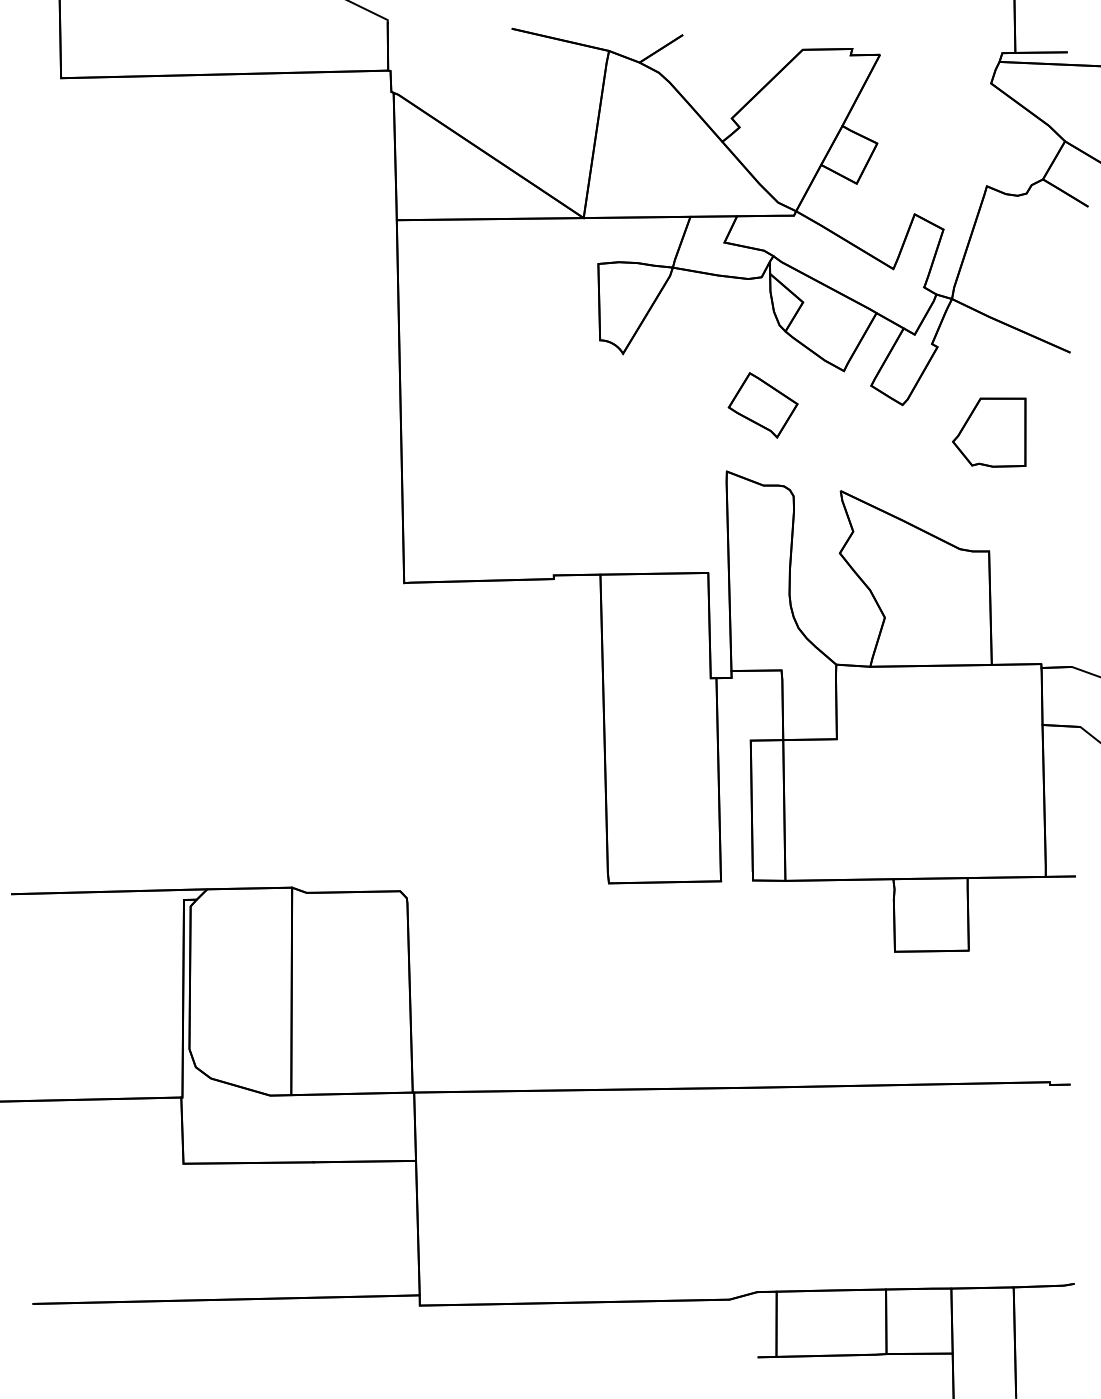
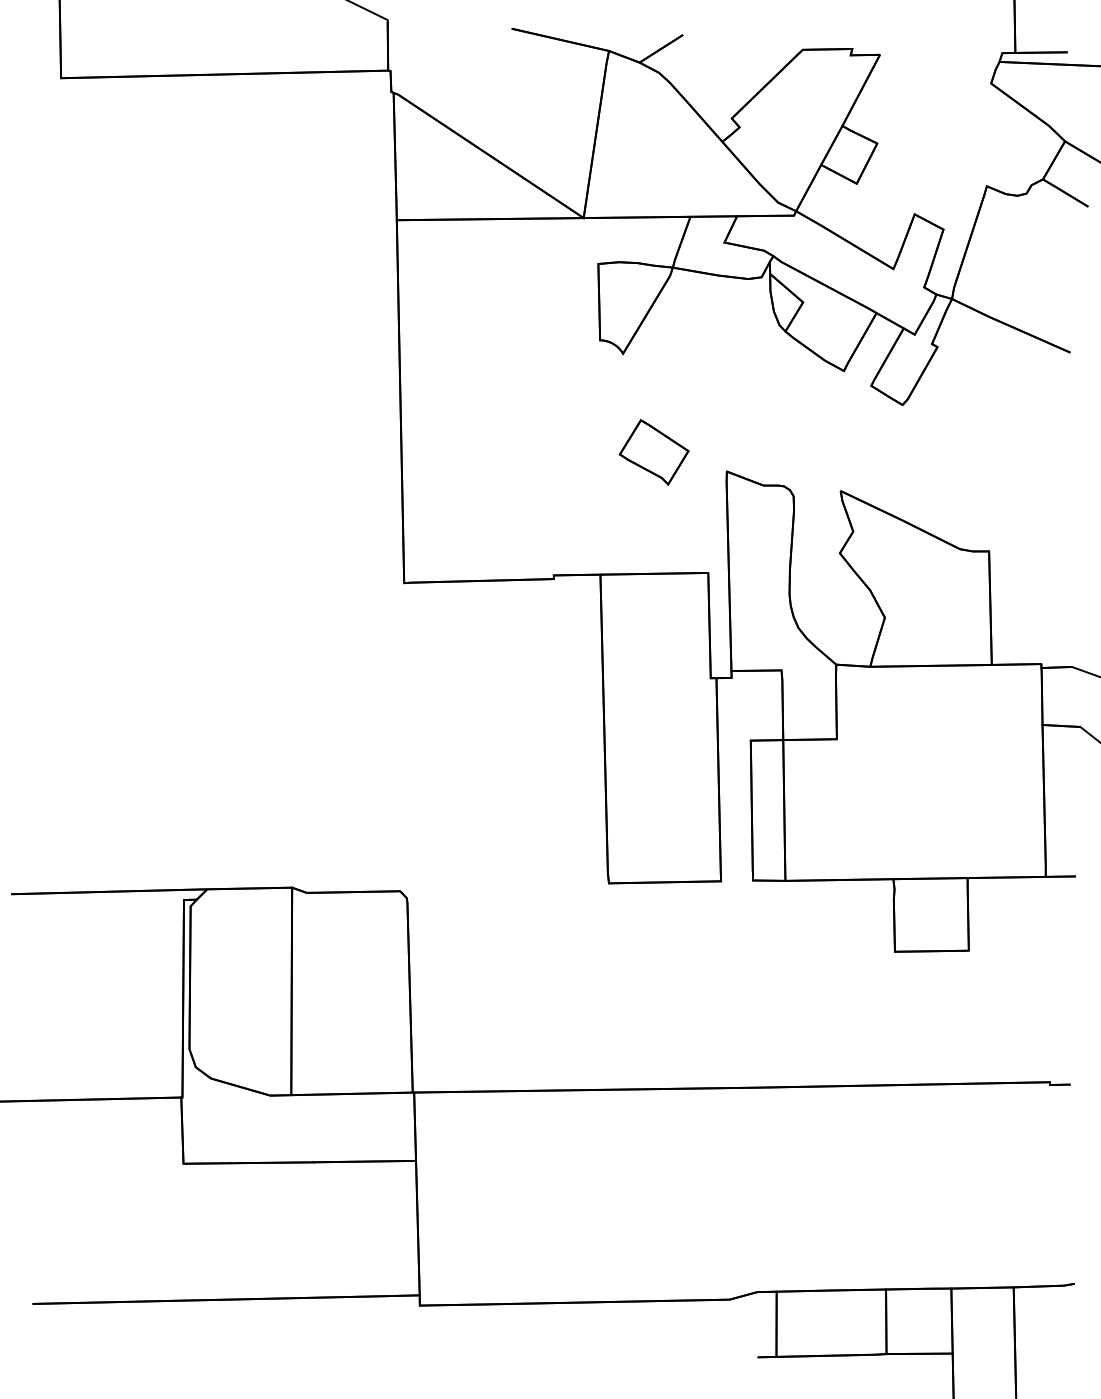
part at (762, 405) position: (762, 405) -> (653, 452)
part at (989, 432): present -> none
